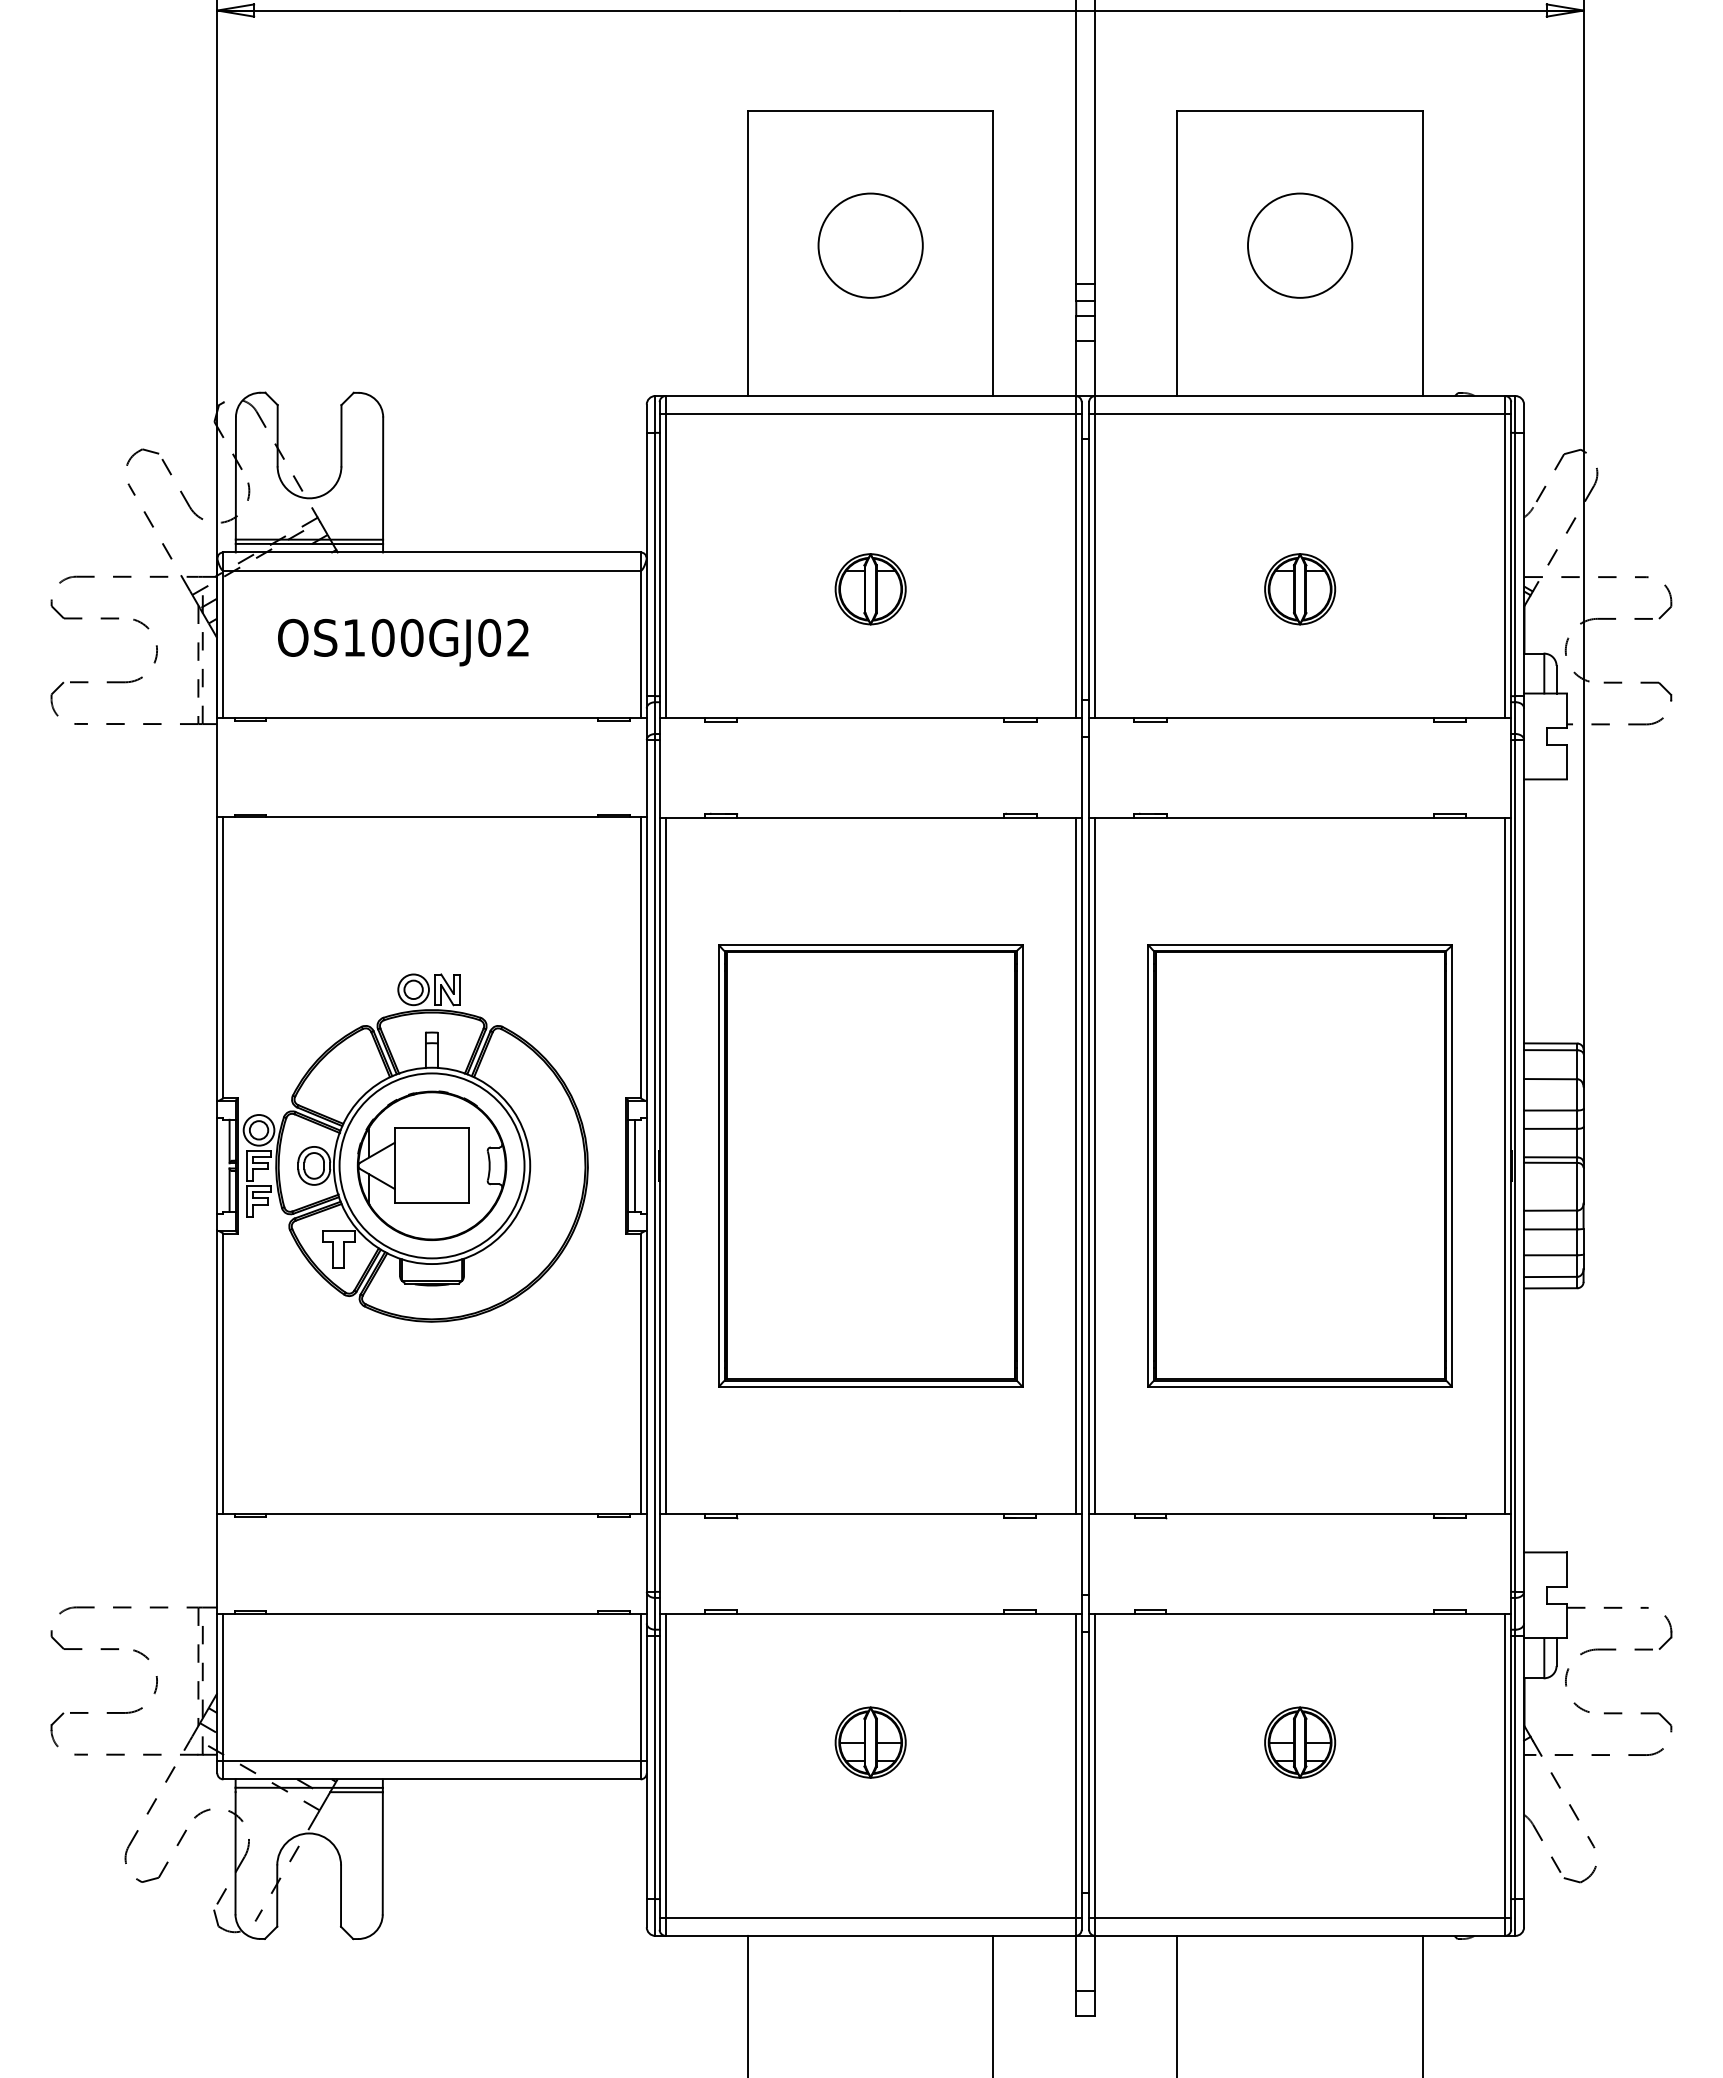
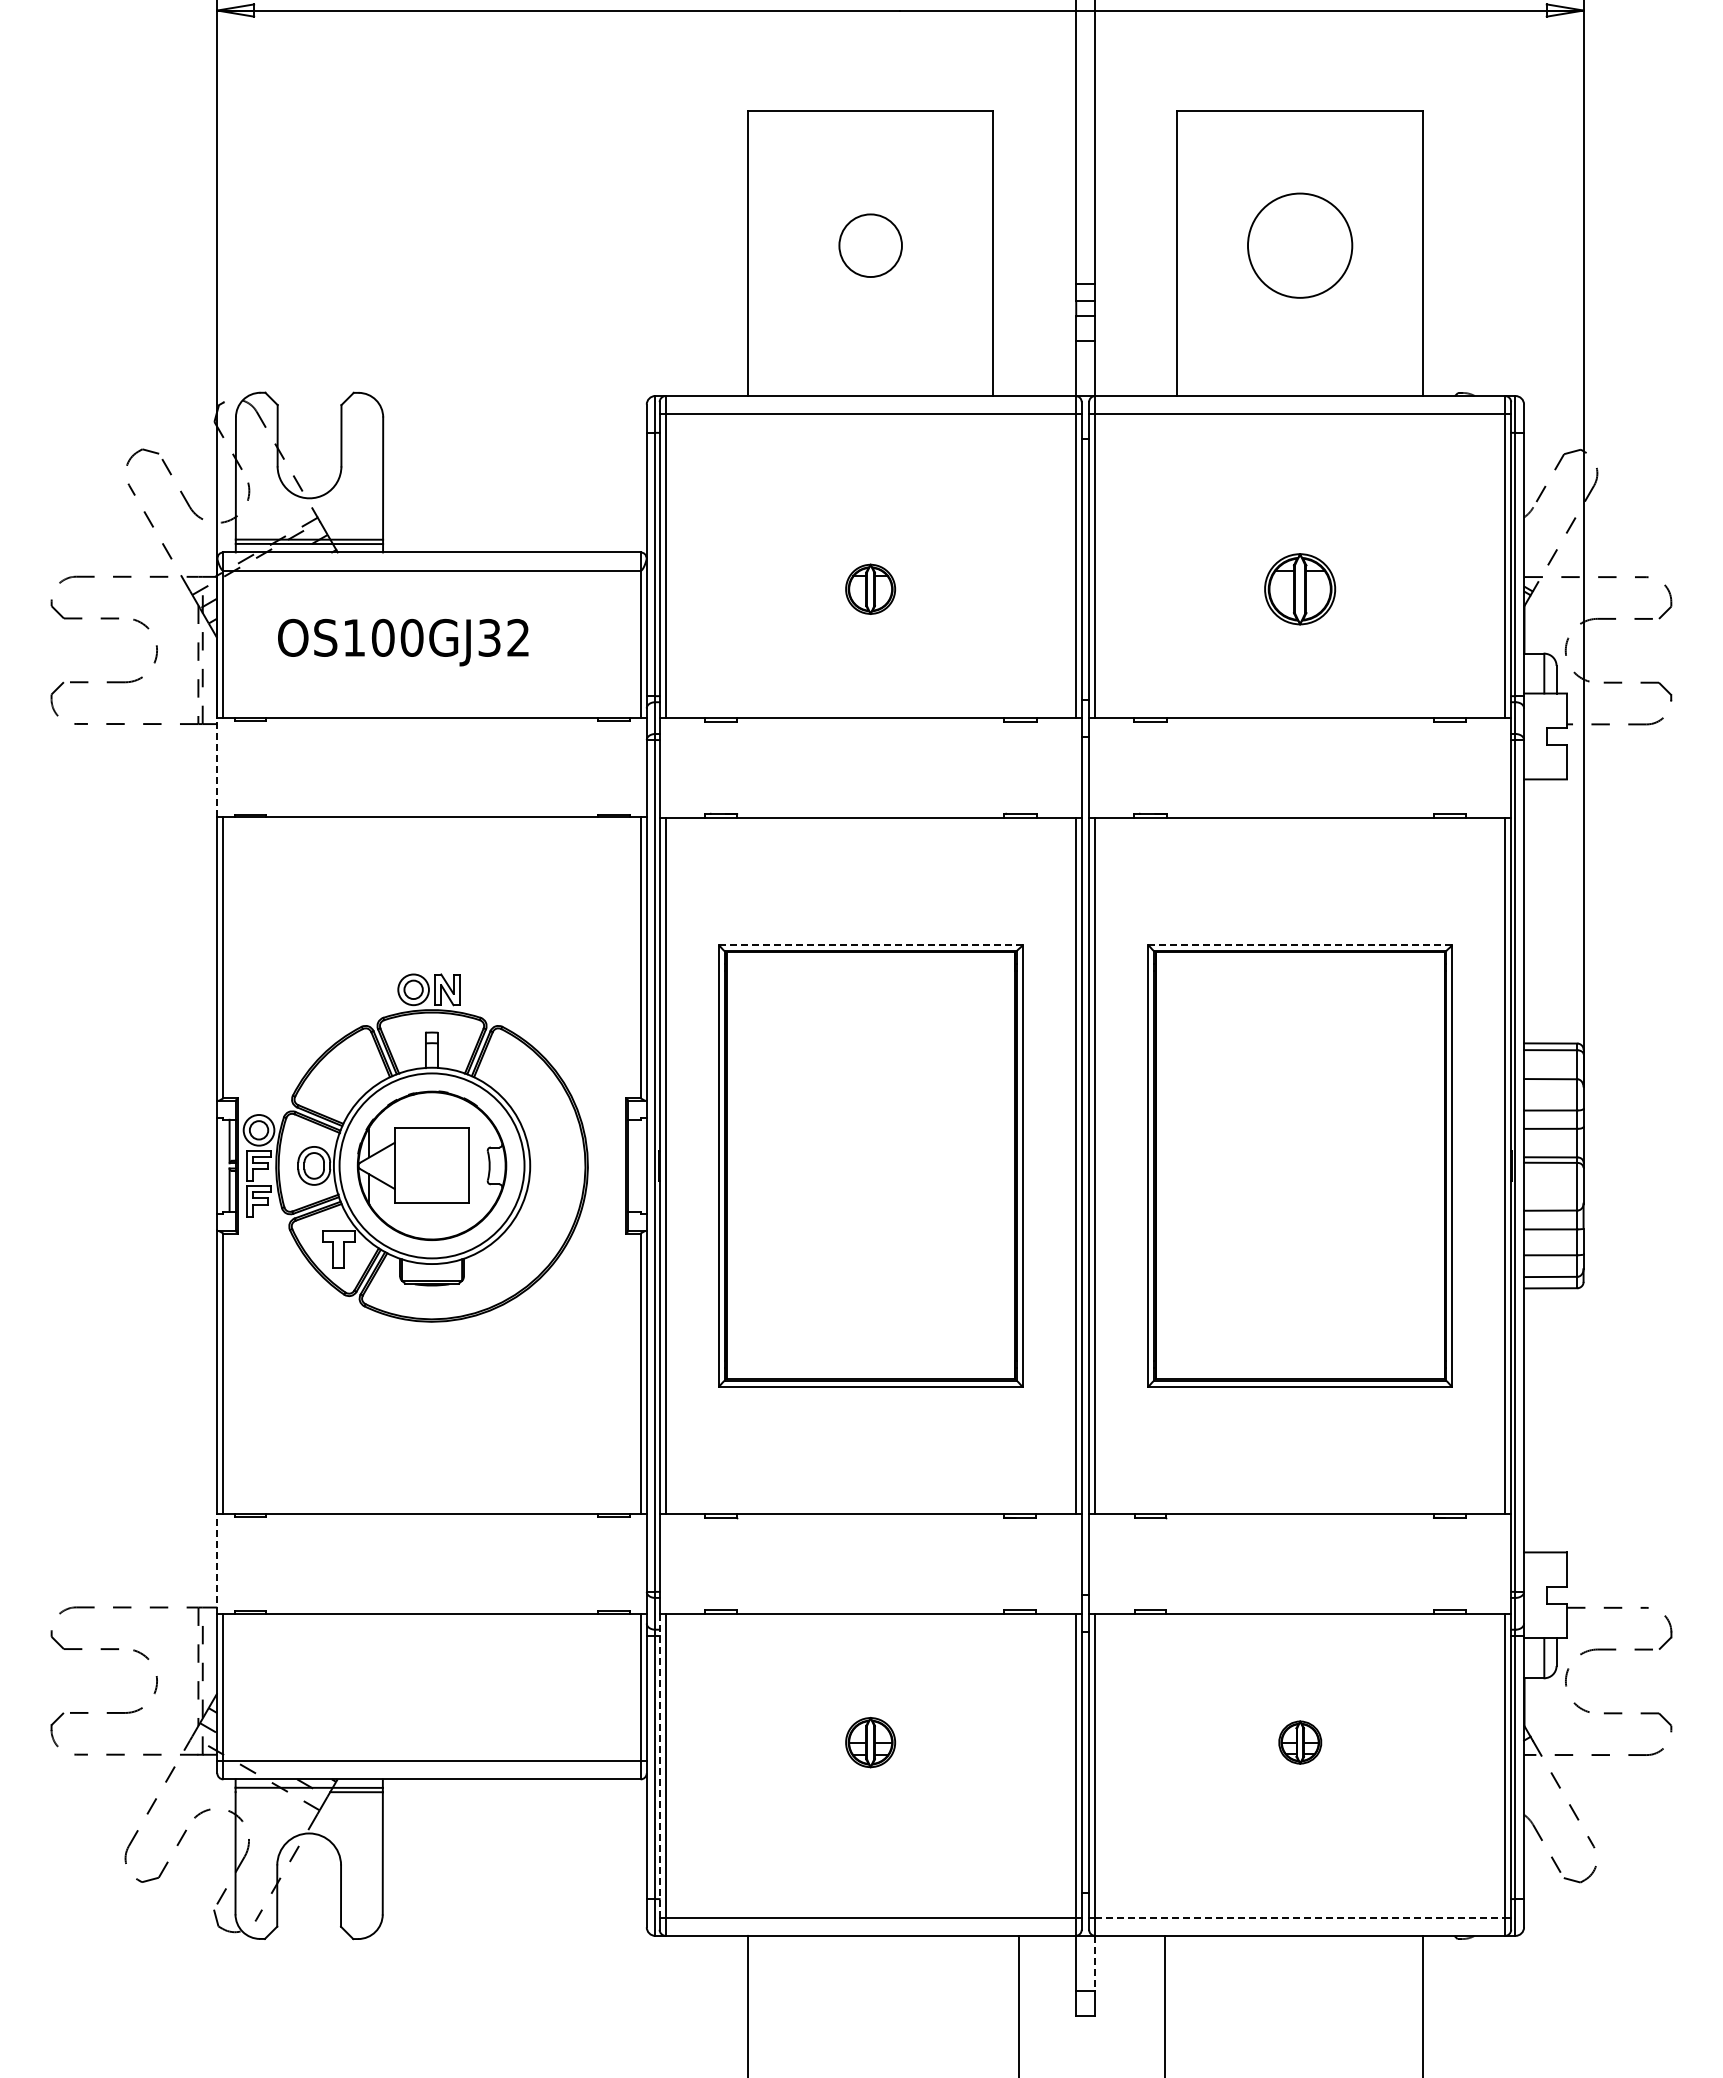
circle at (870, 245) diameter: 104 px -> 63 px
part at (870, 589) size: 73x73 px -> 52x52 px
text at (489, 637): OS100GJ02 -> OS100GJ32
line at (217, 767): solid -> dashed
line at (871, 945): solid -> dashed
line at (1300, 945): solid -> dashed
line at (634, 1165): present -> none
line at (217, 1564): solid -> dashed
part at (870, 1742) size: 73x73 px -> 52x52 px
part at (1300, 1742) size: 73x73 px -> 45x45 px
line at (659, 1765): solid -> dashed
line at (1300, 1917): solid -> dashed
line at (1094, 1963): solid -> dashed
line at (993, 2004) position: (993, 2004) -> (1019, 2004)
line at (1177, 2004) position: (1177, 2004) -> (1165, 2004)
